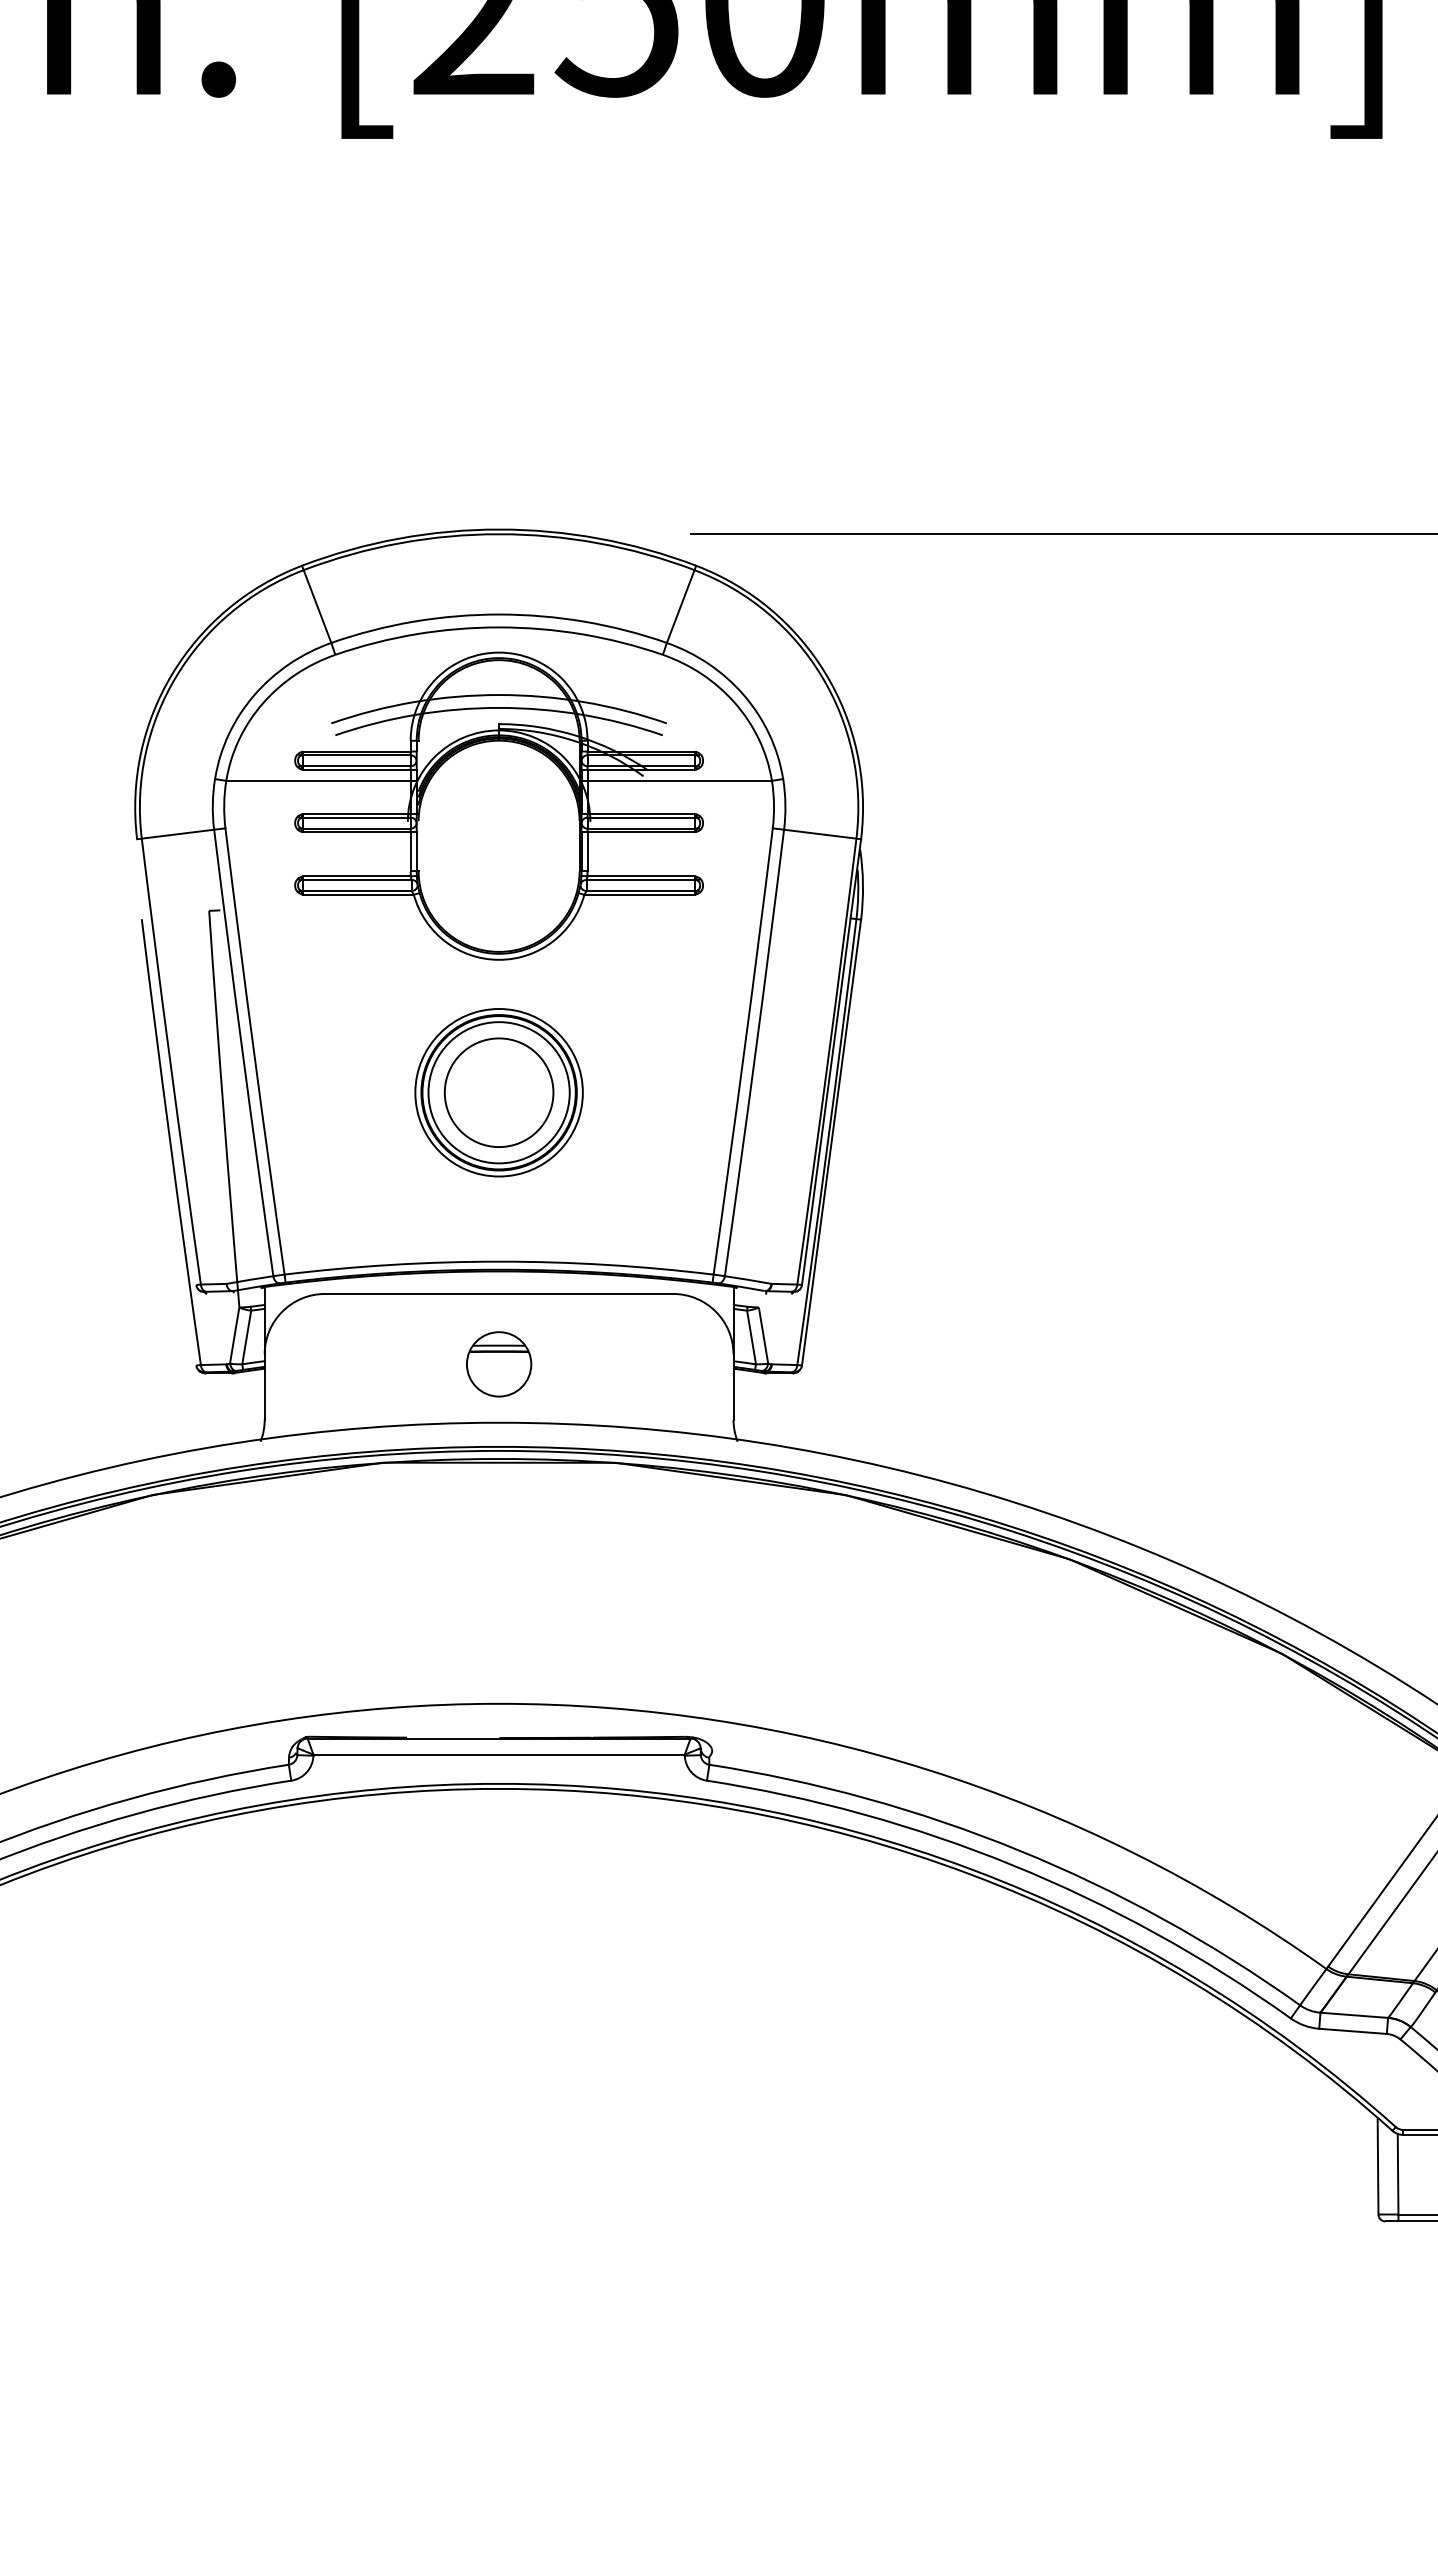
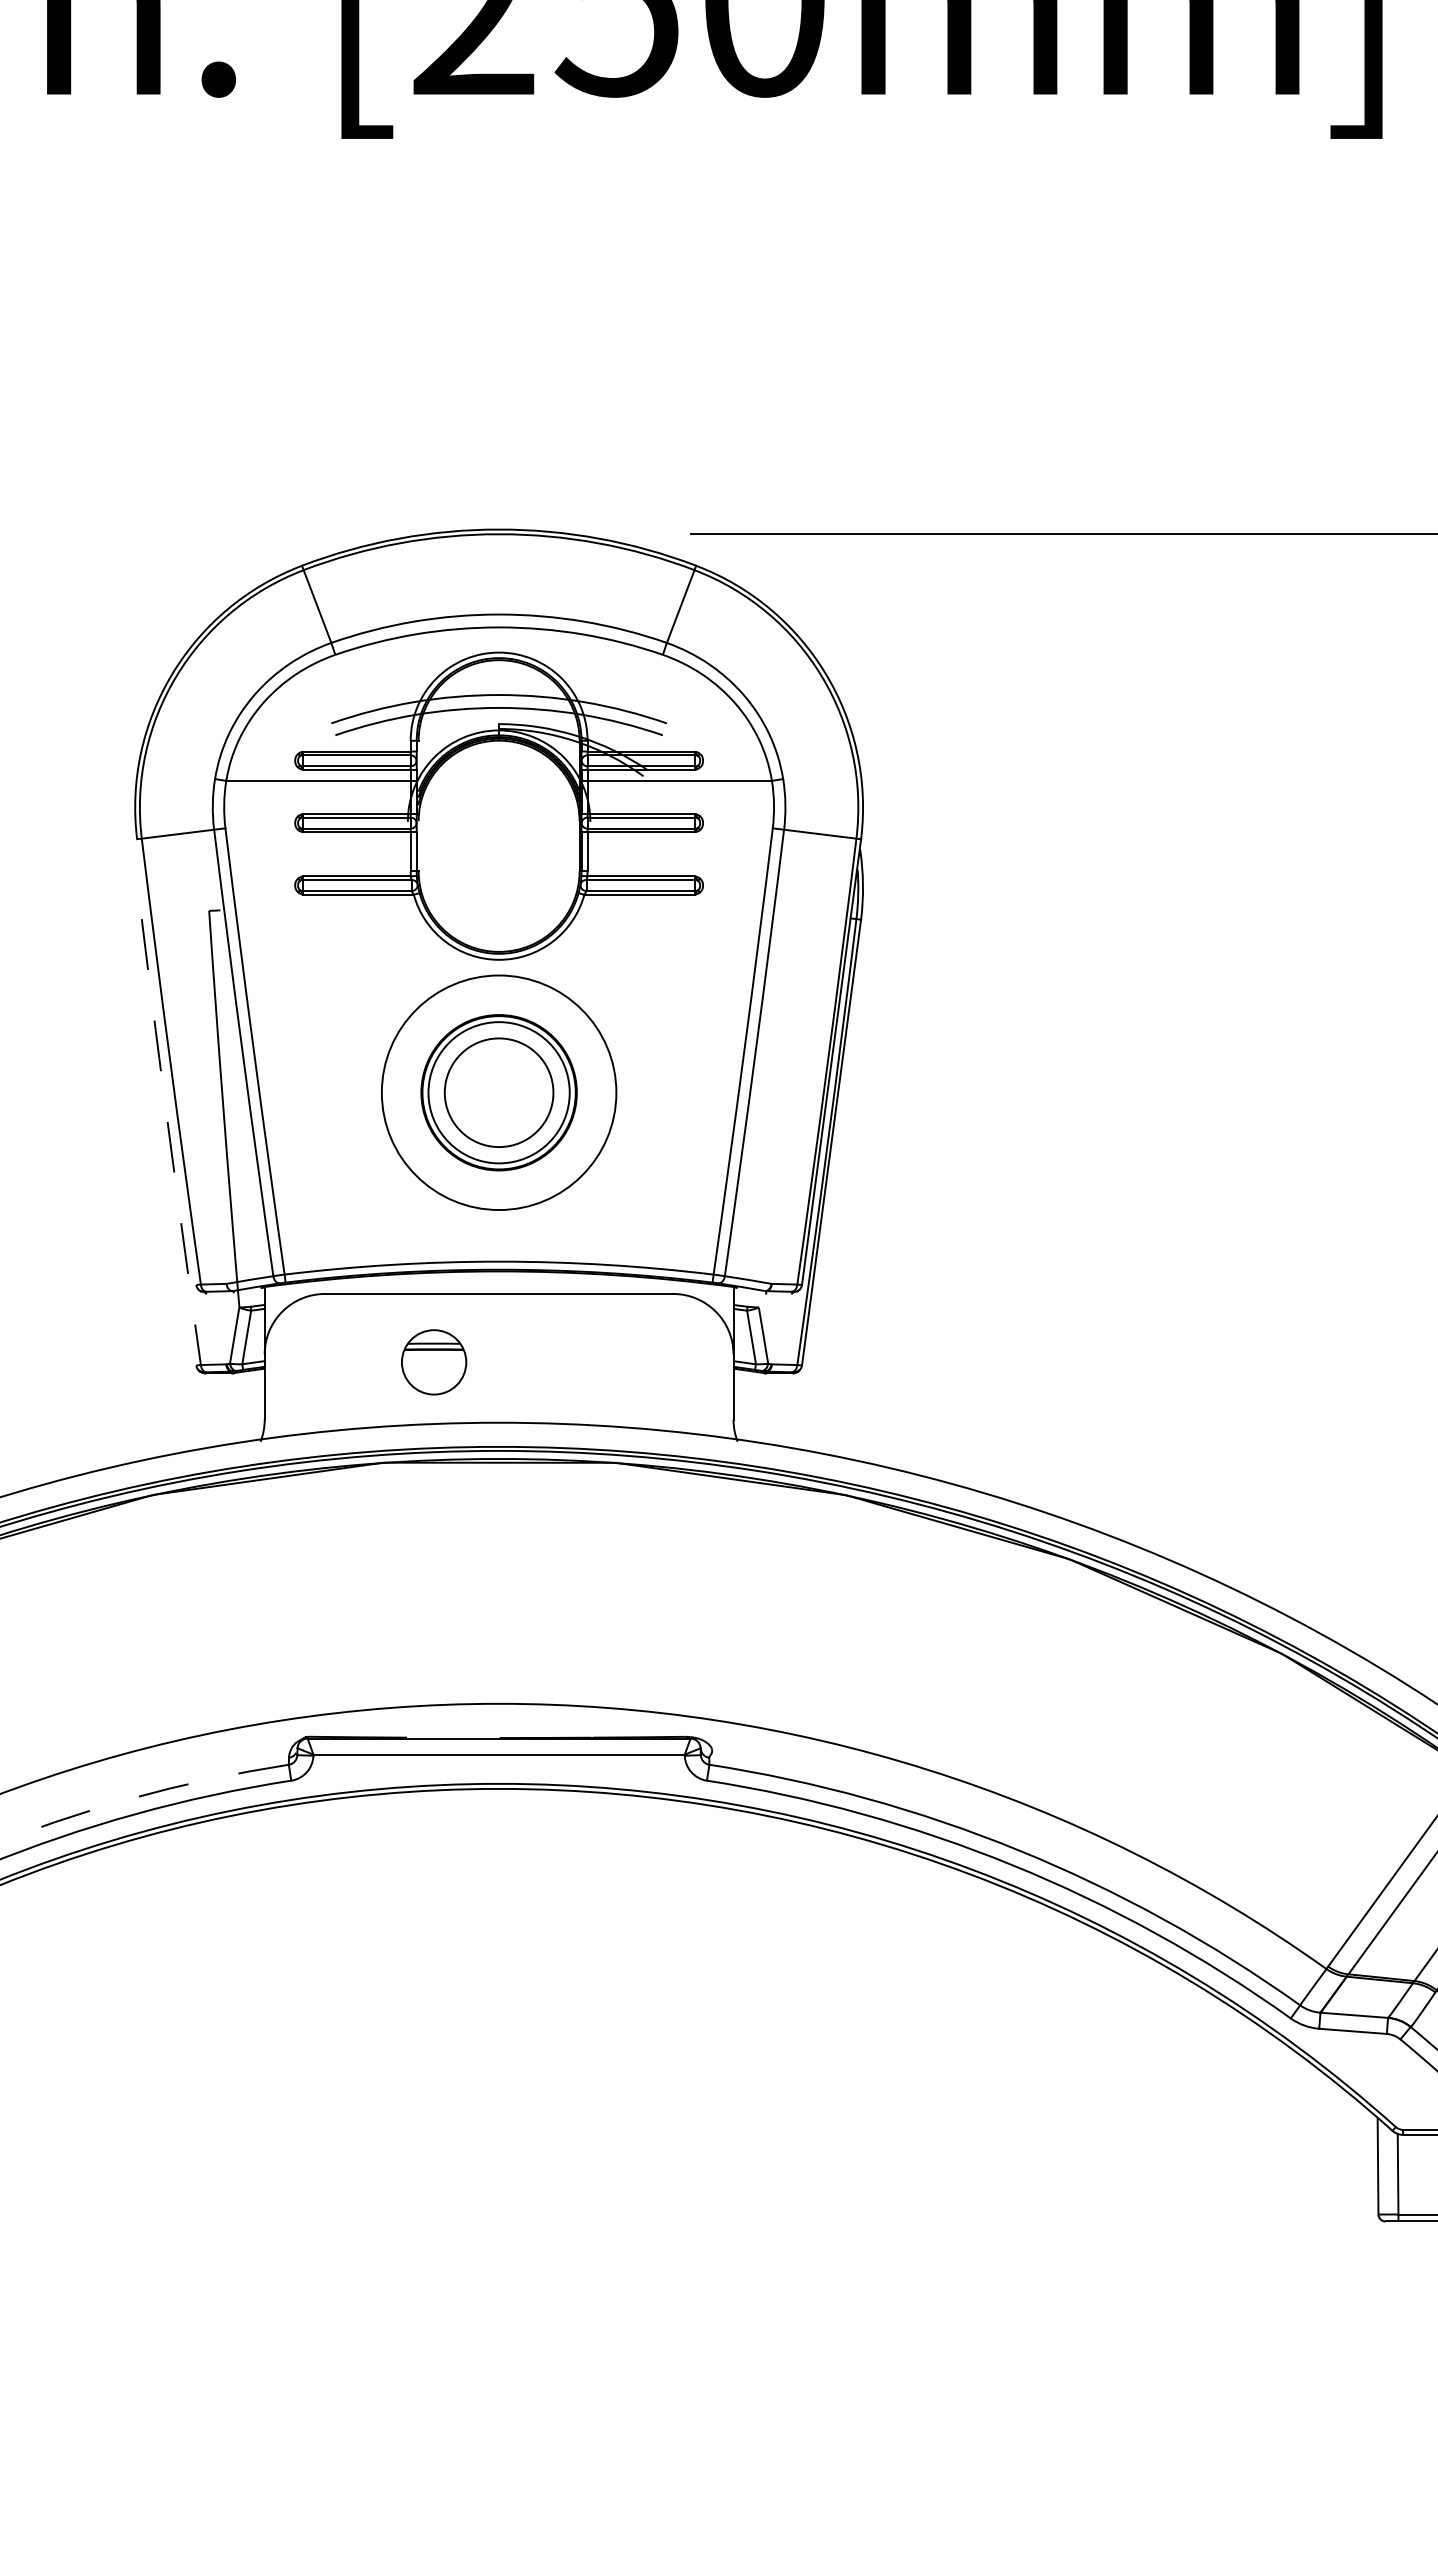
circle at (498, 1092) diameter: 168 px -> 235 px
arc at (170, 1142): solid -> dashed
part at (499, 1364) position: (499, 1364) -> (434, 1362)
arc at (141, 1795): solid -> dashed
